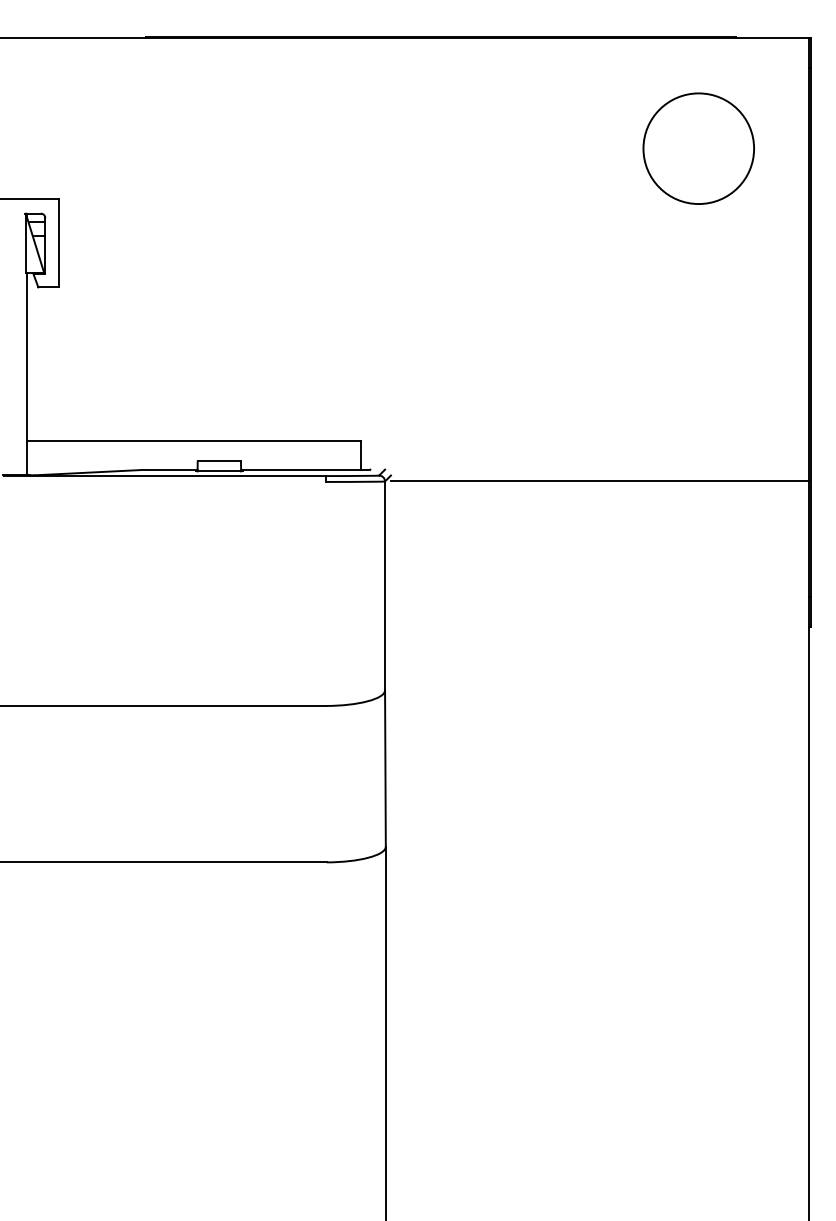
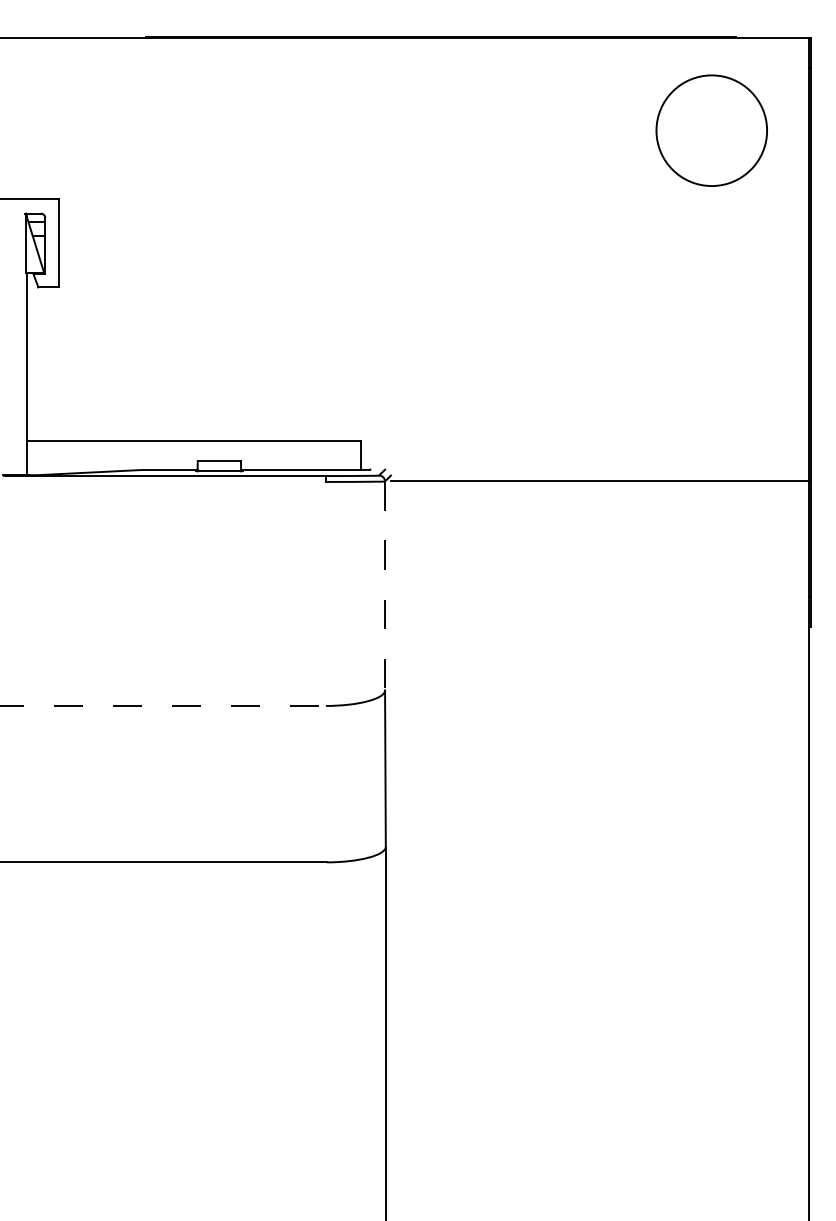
circle at (698, 148) position: (698, 148) -> (711, 130)
line at (385, 586): solid -> dashed
line at (163, 705): solid -> dashed
